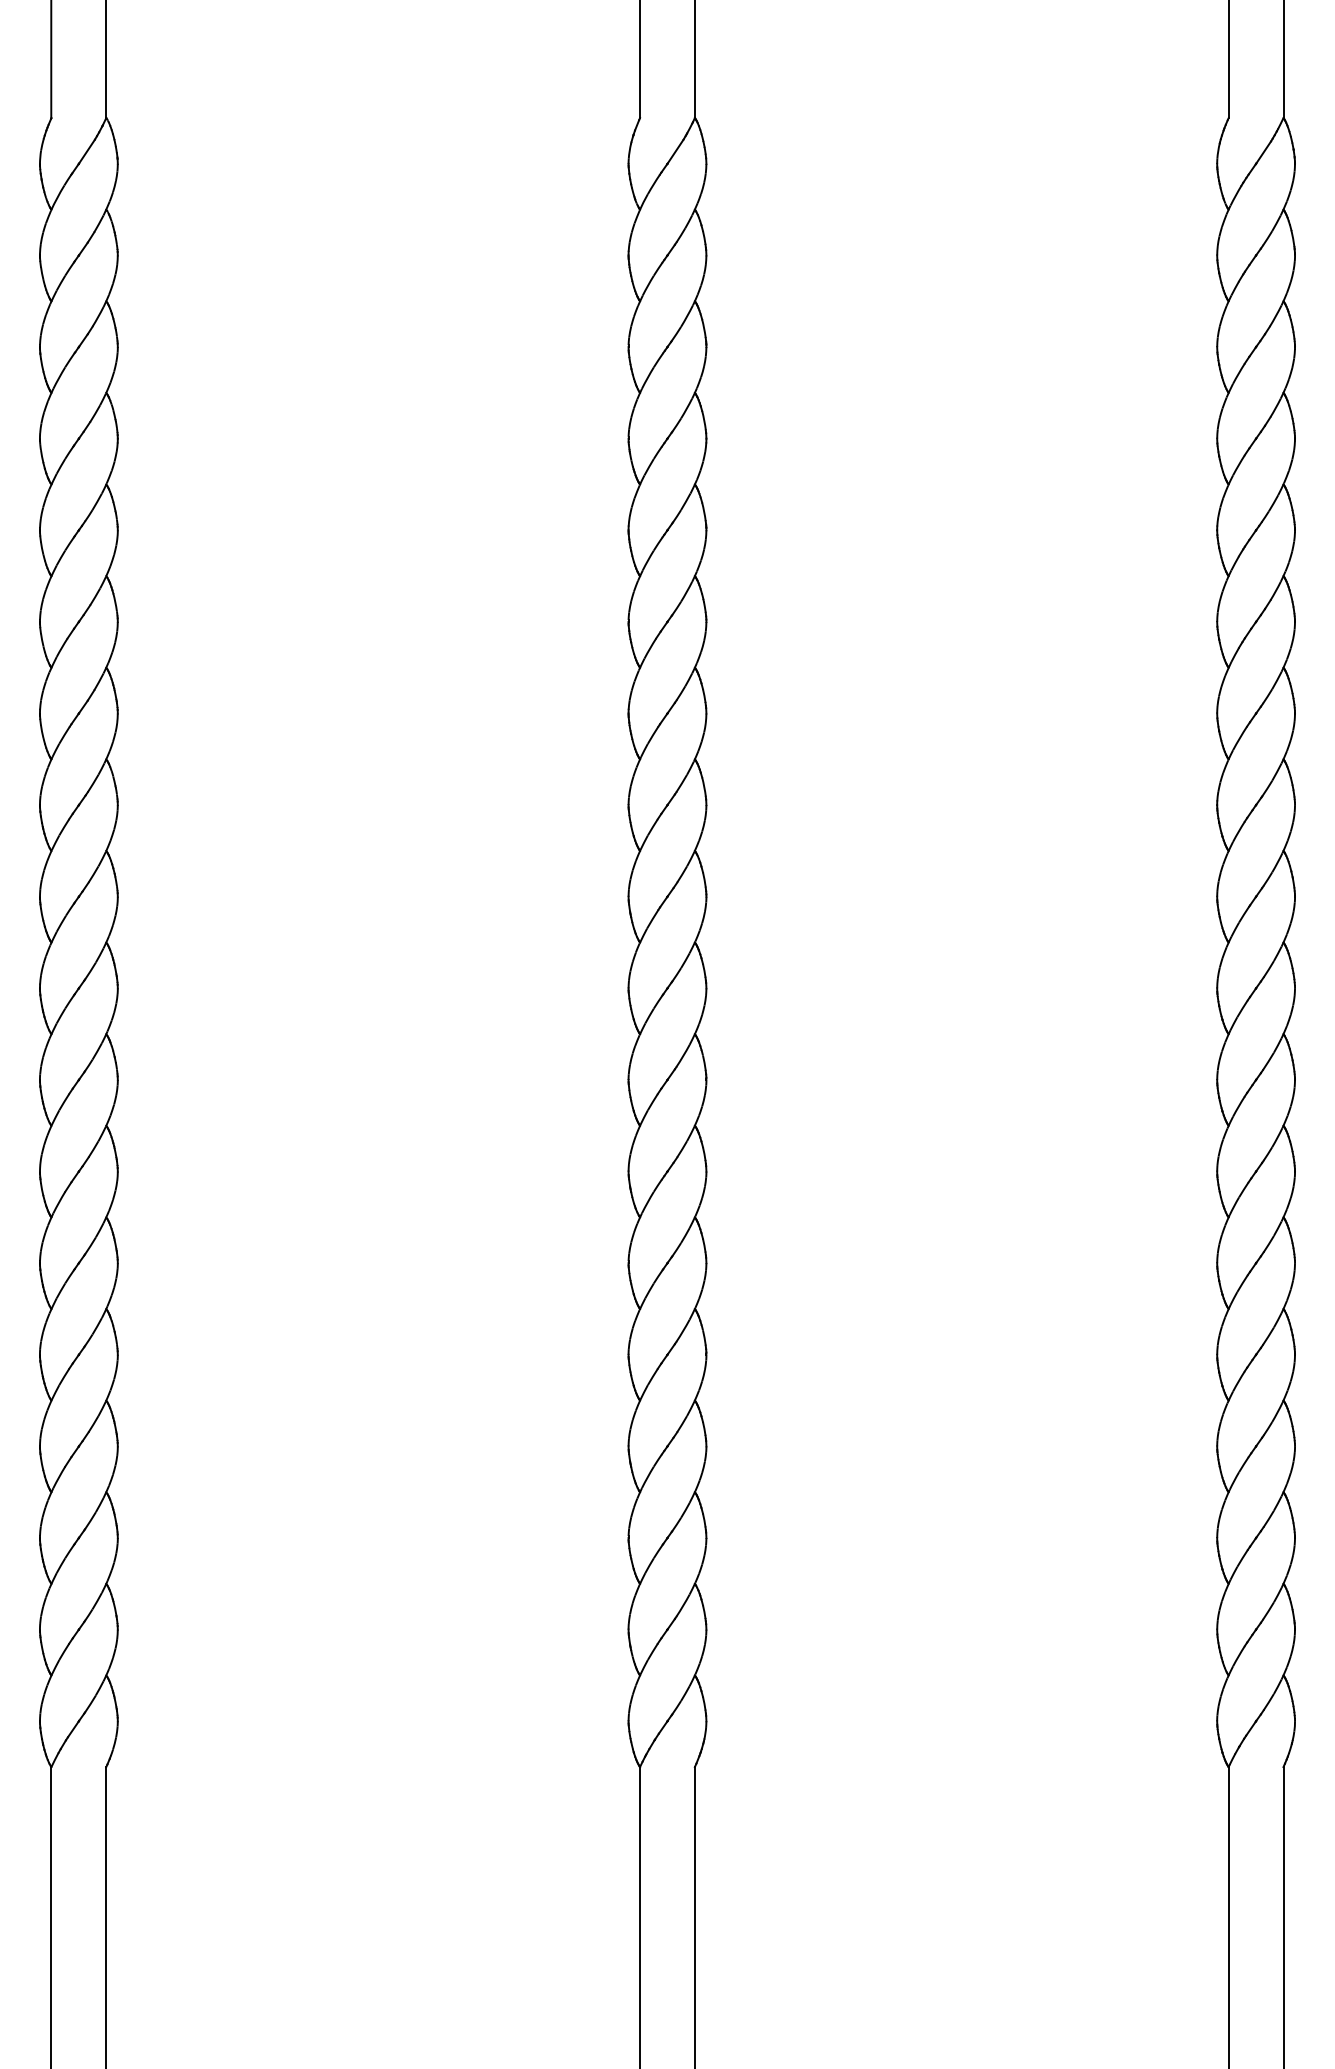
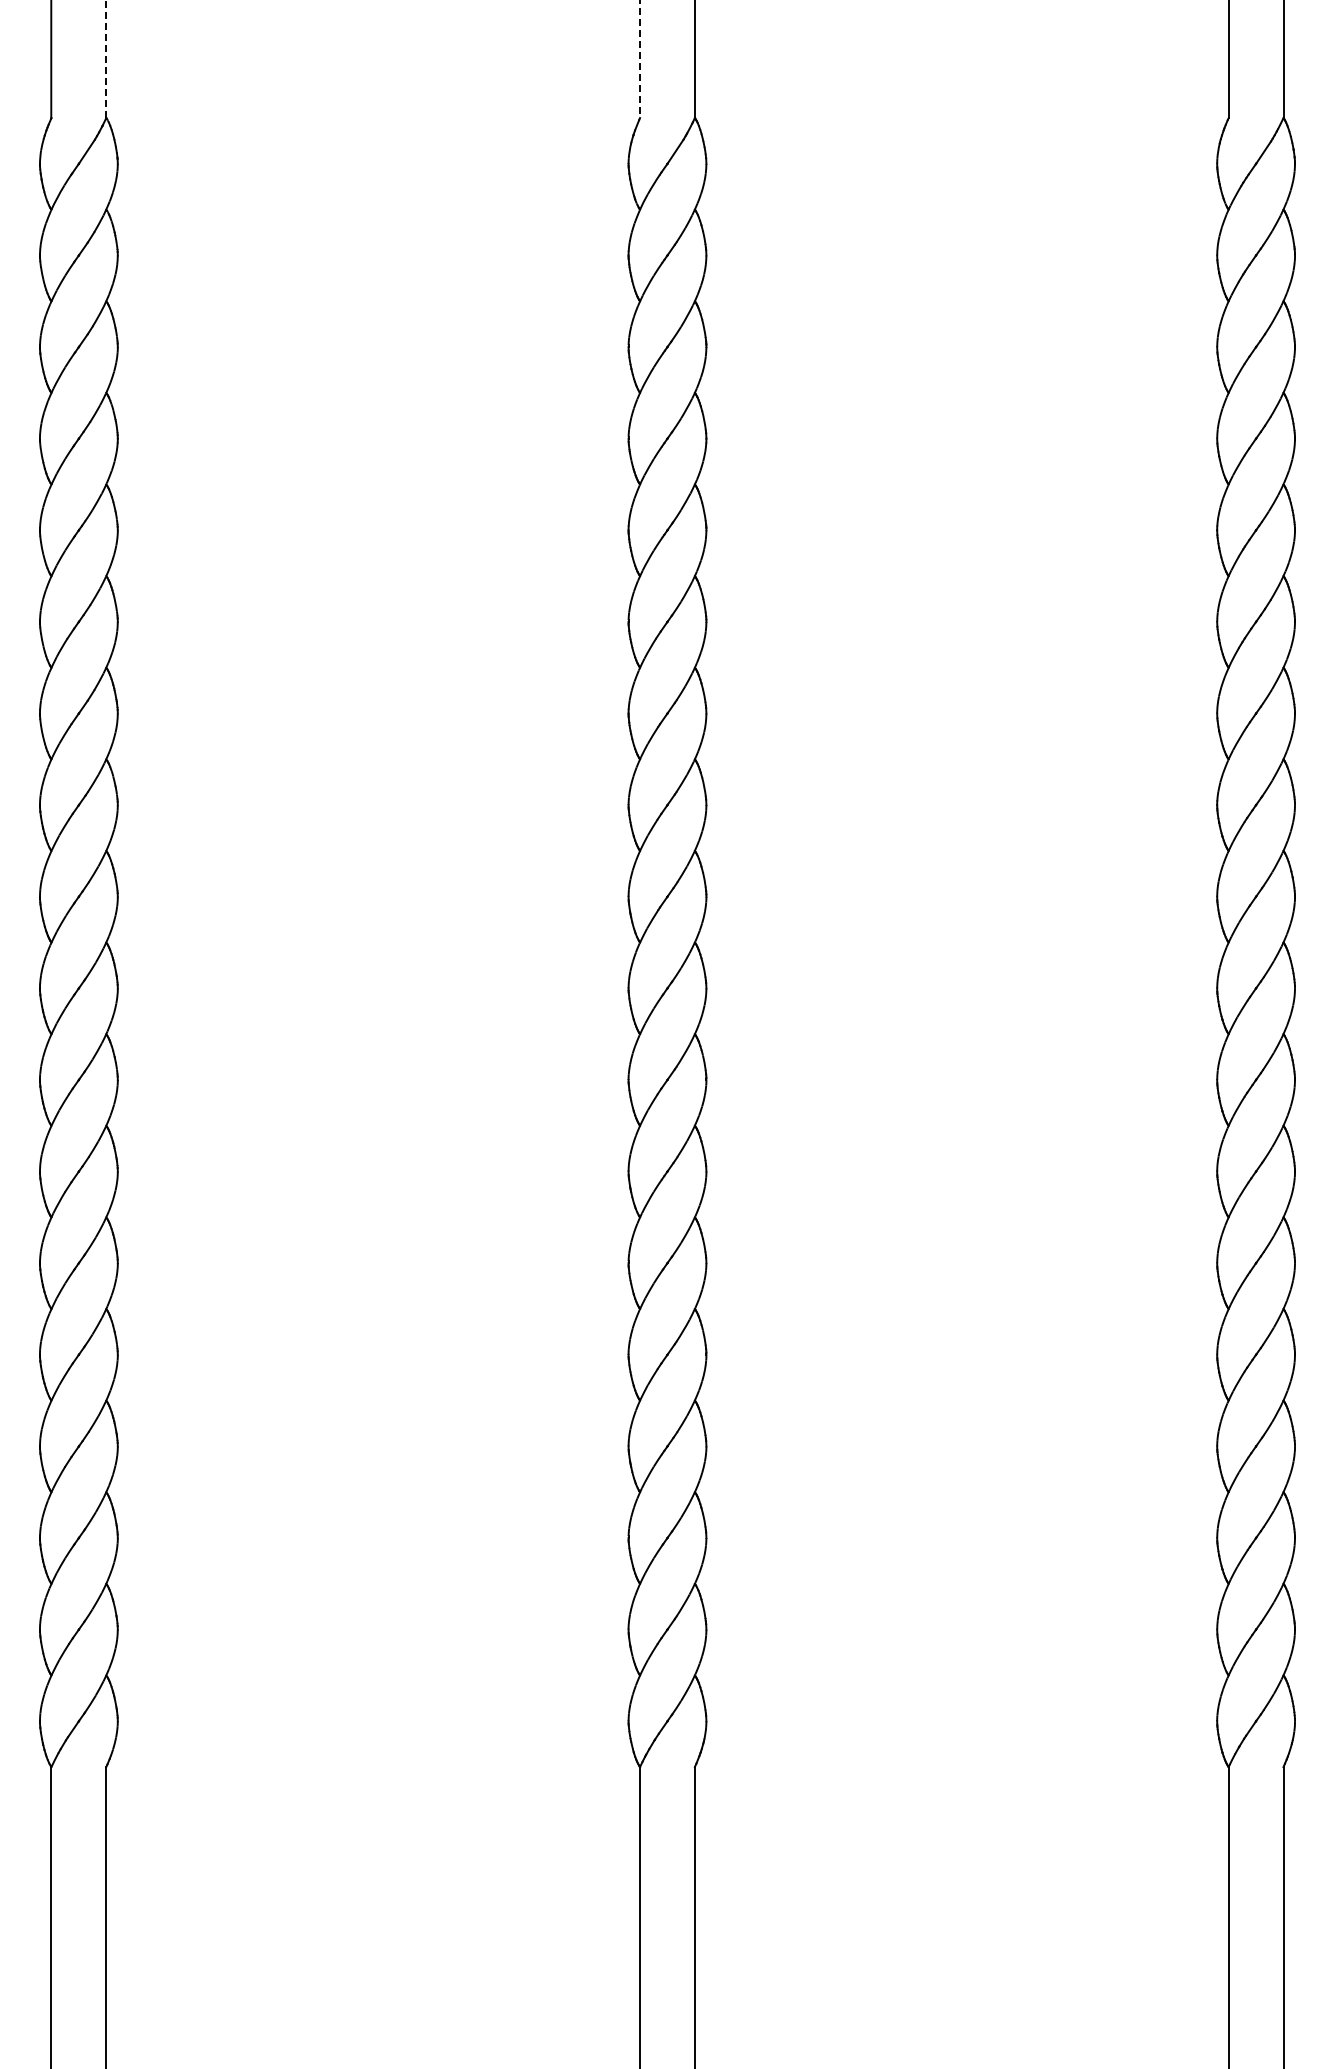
line at (106, 59): solid -> dashed
line at (639, 59): solid -> dashed
